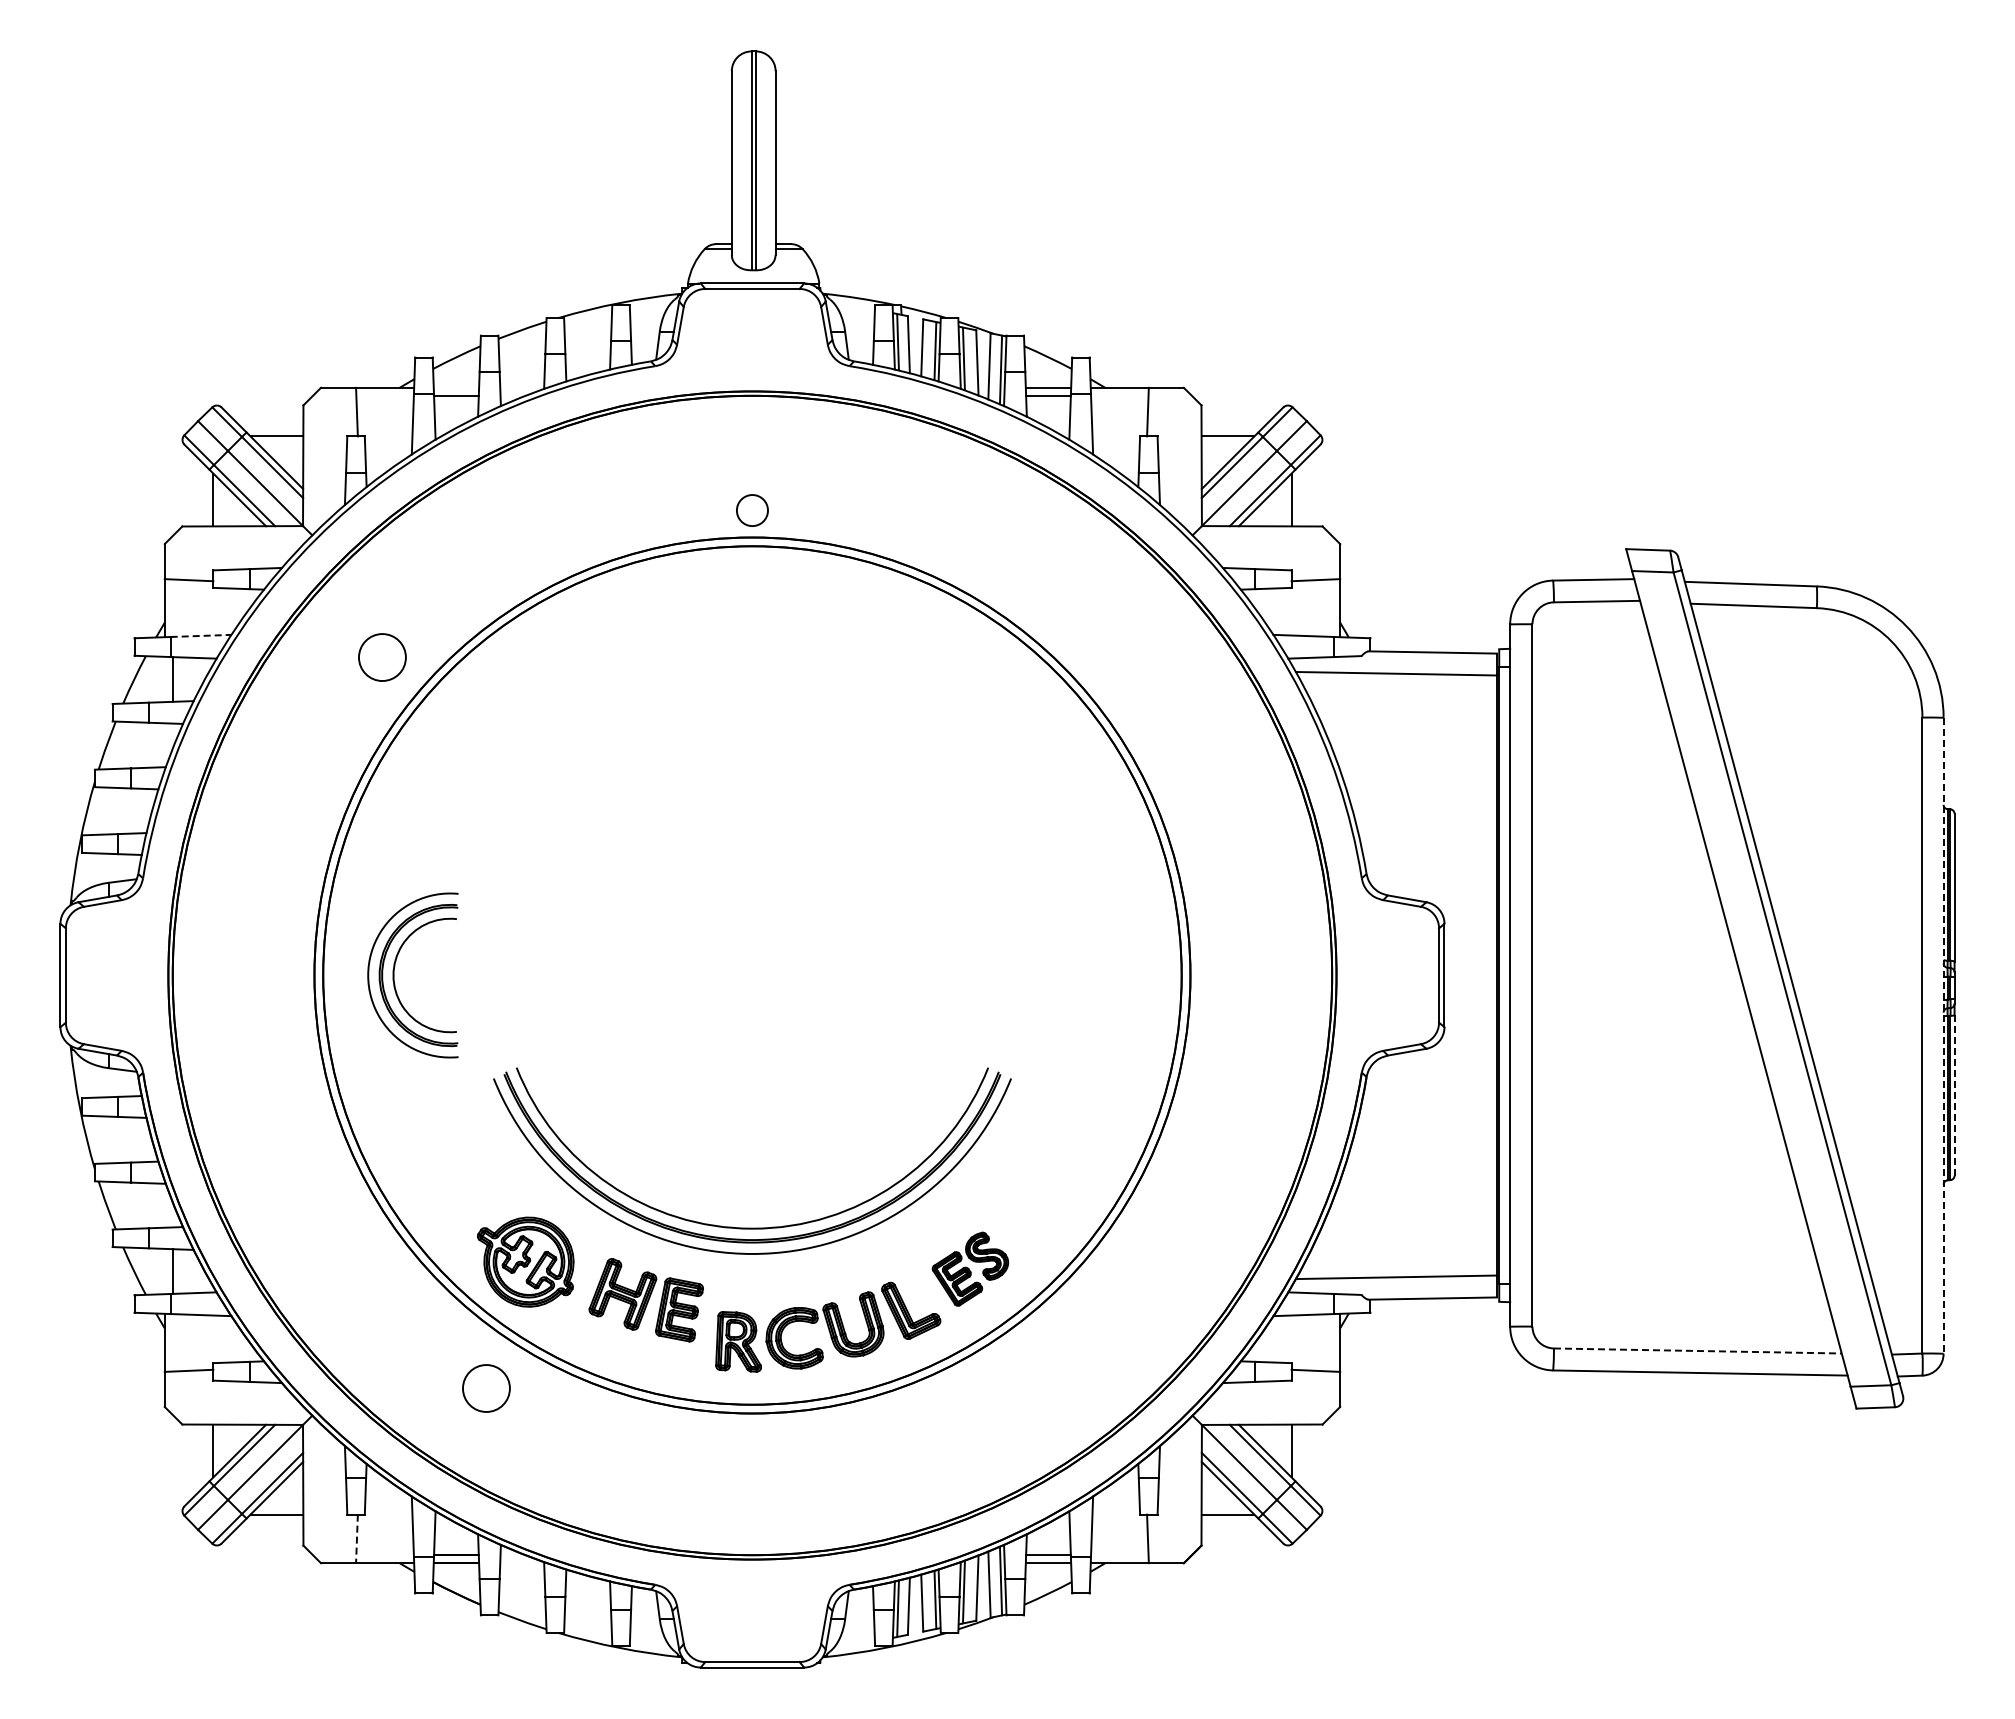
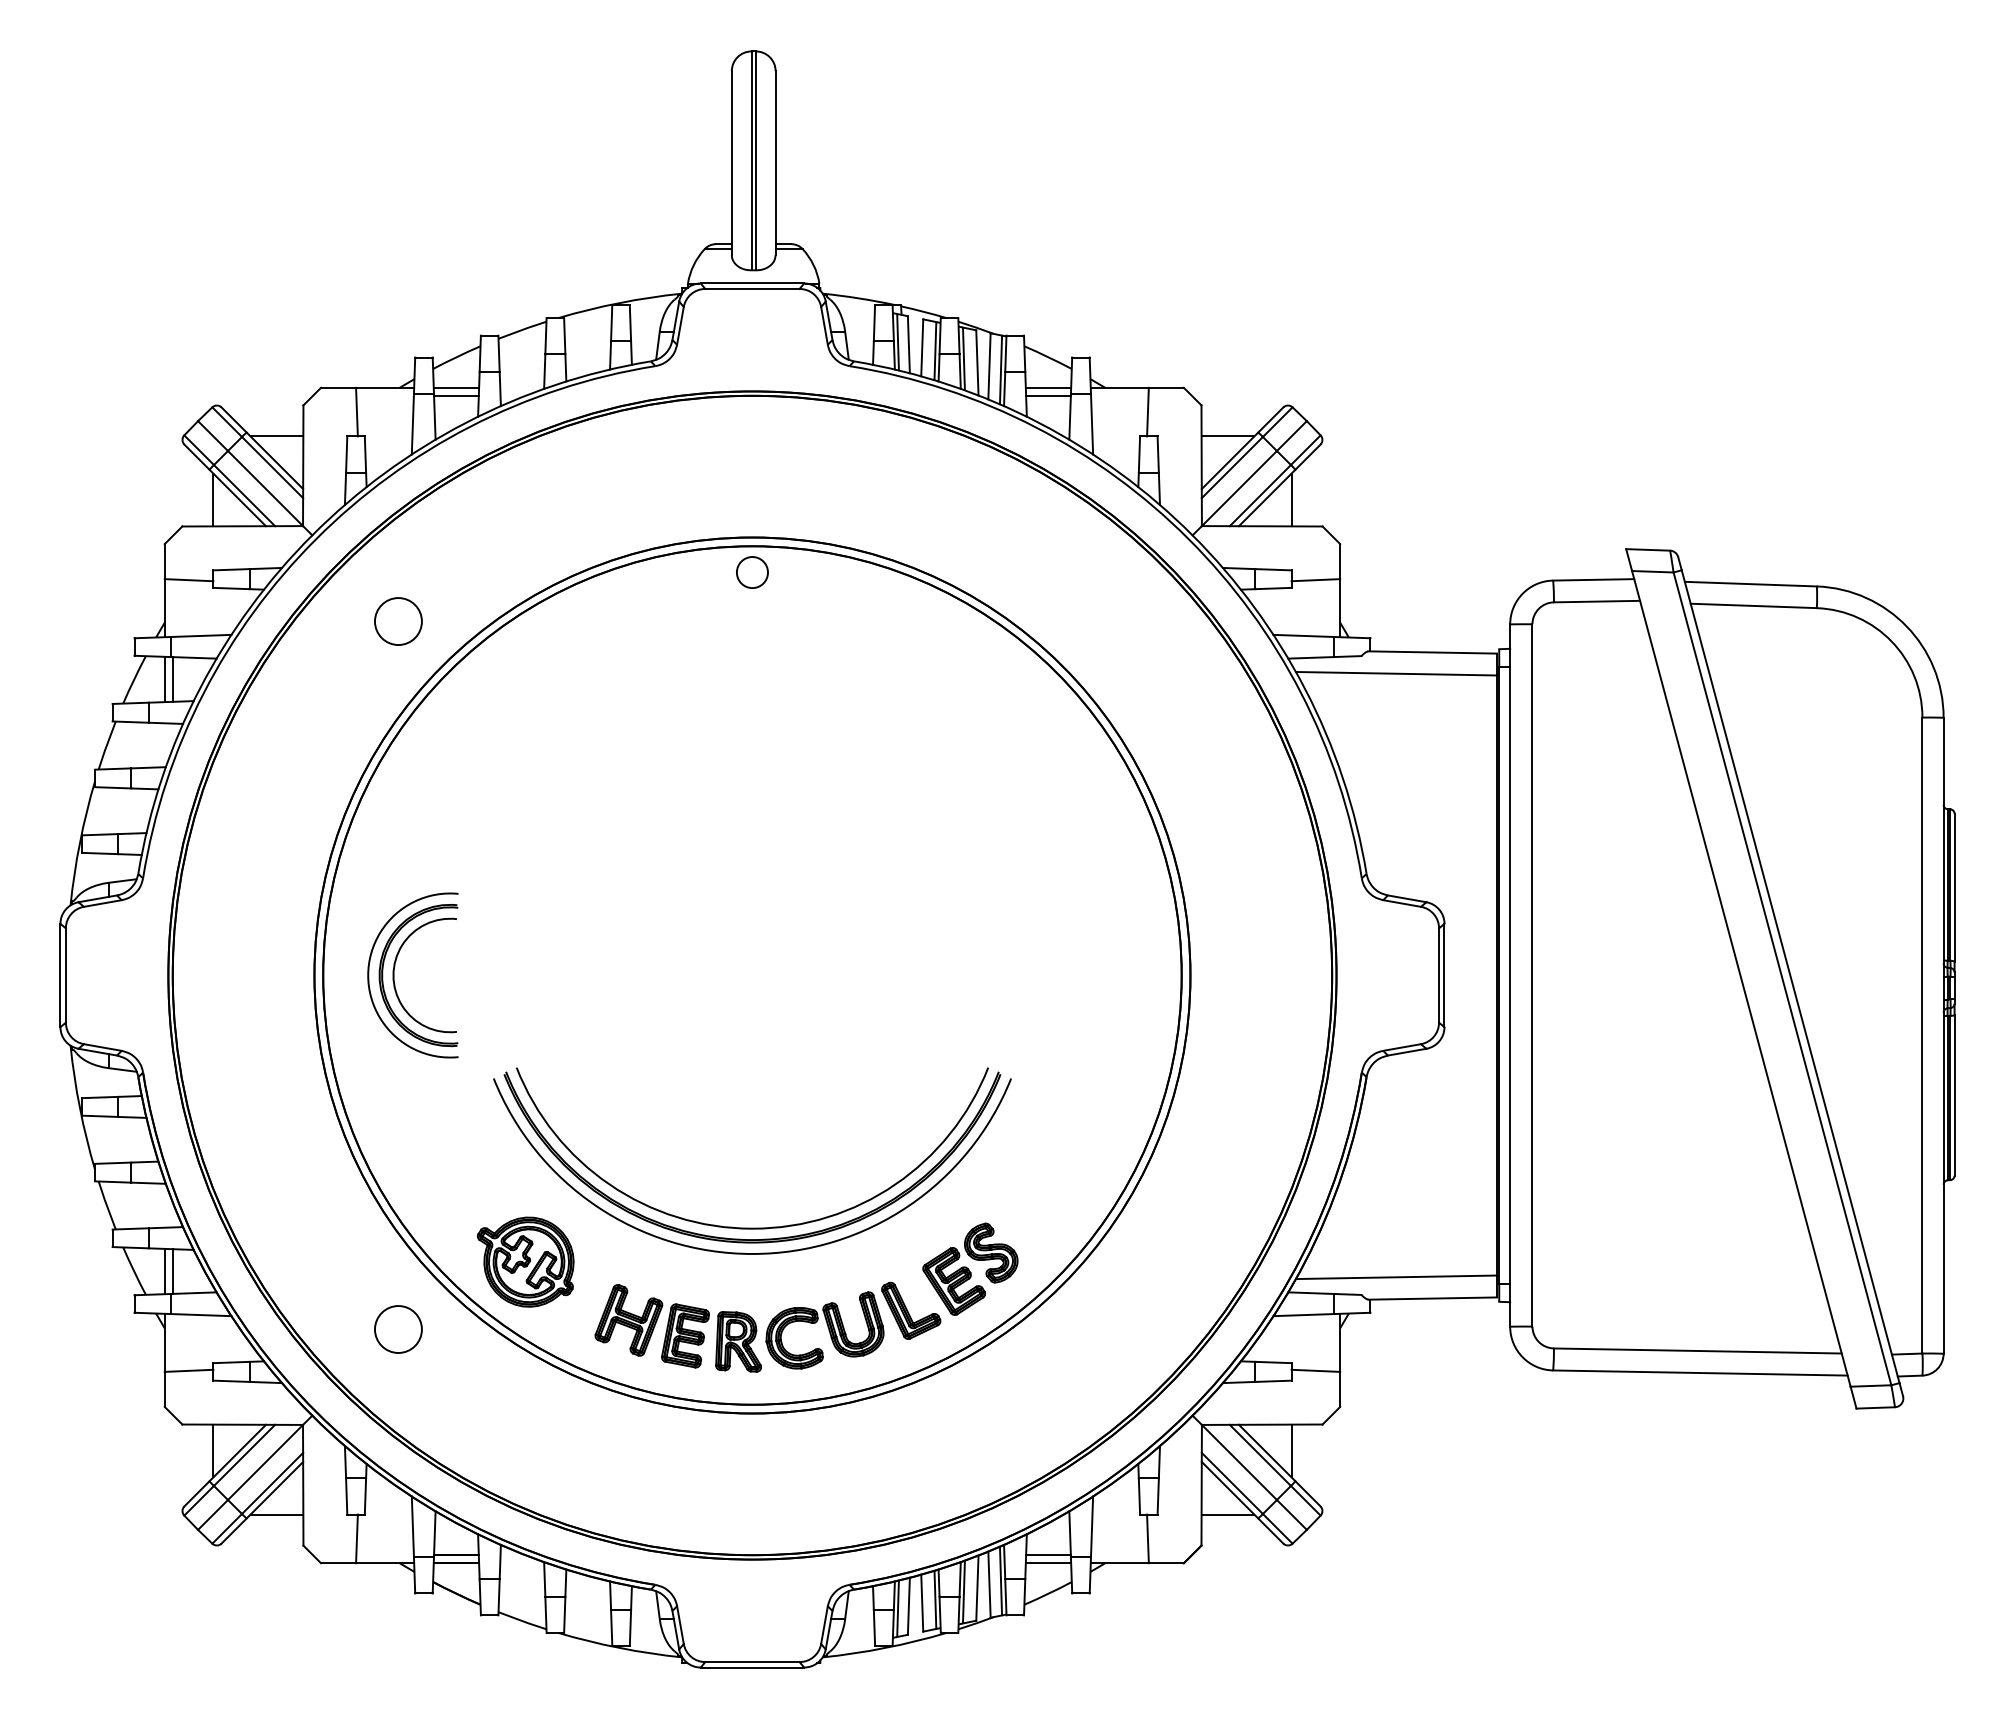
line at (456, 387): none -> present
circle at (752, 510) position: (752, 510) -> (752, 572)
line at (201, 635): dashed -> solid
circle at (382, 657) position: (382, 657) -> (398, 621)
line at (164, 679): none -> present
line at (1943, 1035): dashed -> solid
line at (1954, 1096): dashed -> solid
part at (970, 1268) size: 79x76 px -> 97x94 px
line at (164, 1271): none -> present
part at (645, 1300) position: (645, 1300) -> (651, 1326)
line at (1697, 1350): dashed -> solid
circle at (486, 1388) position: (486, 1388) -> (398, 1329)
line at (356, 1539): dashed -> solid
